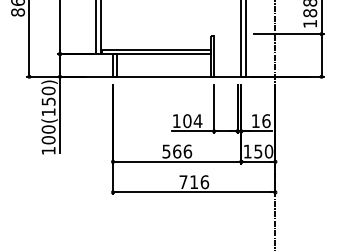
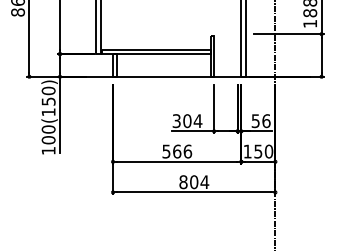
text at (176, 121): 104 -> 304
text at (255, 121): 16 -> 56
text at (194, 182): 716 -> 804
